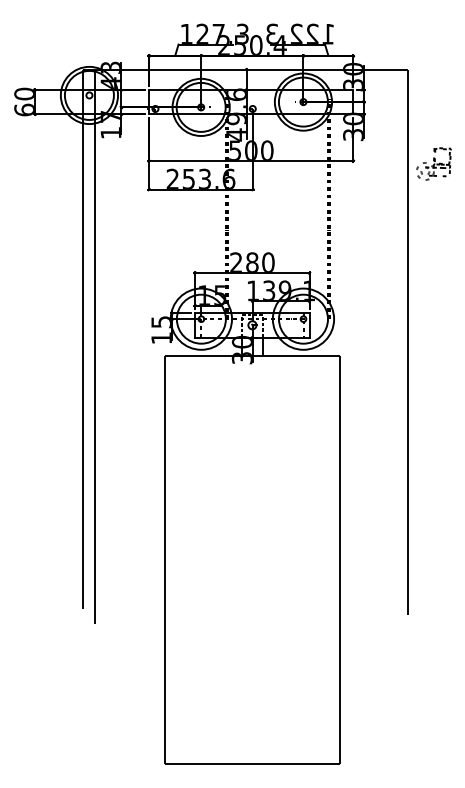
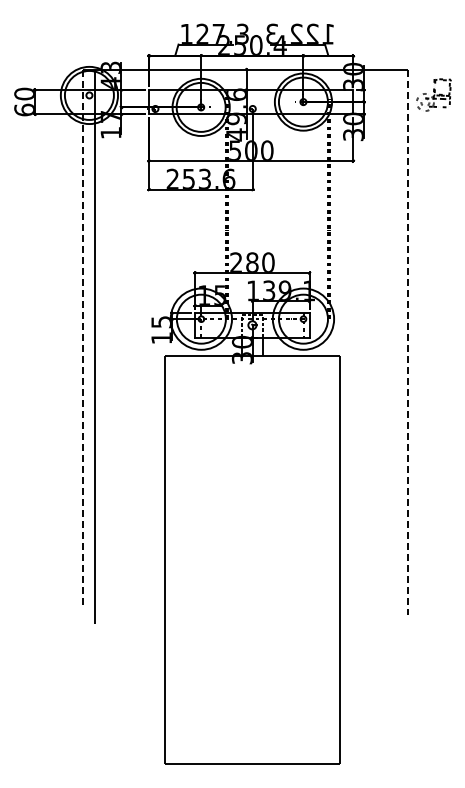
part at (433, 163) position: (433, 163) -> (433, 94)
line at (82, 339): solid -> dashed
line at (407, 342): solid -> dashed
